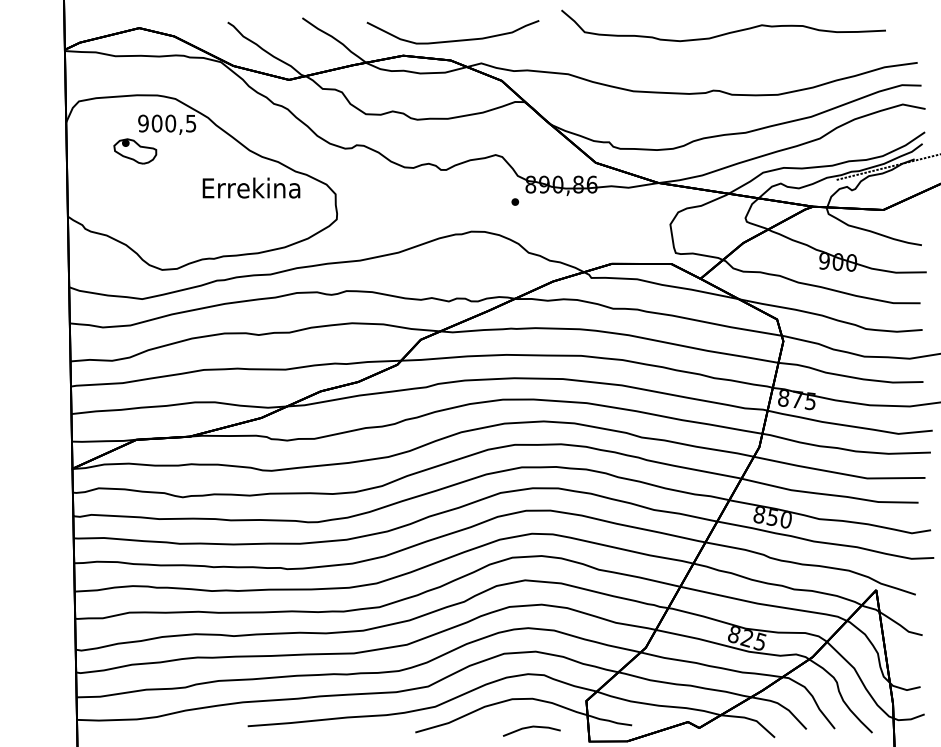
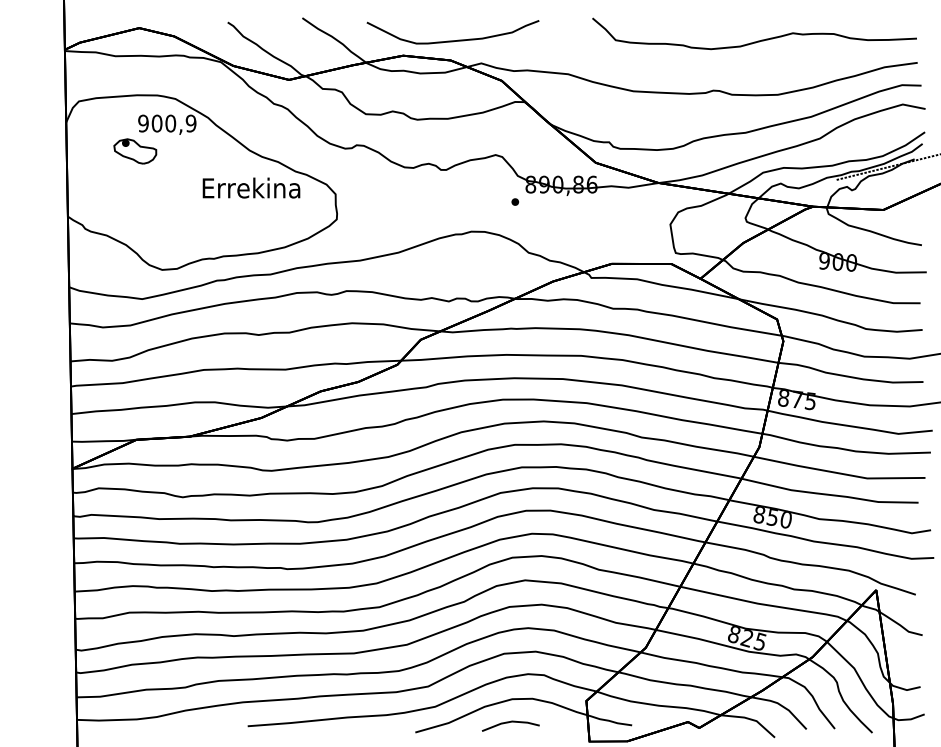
curve at (726, 32) position: (726, 32) -> (757, 40)
text at (190, 123): 900,5 -> 900,9
line at (529, 728) position: (529, 728) -> (508, 723)
